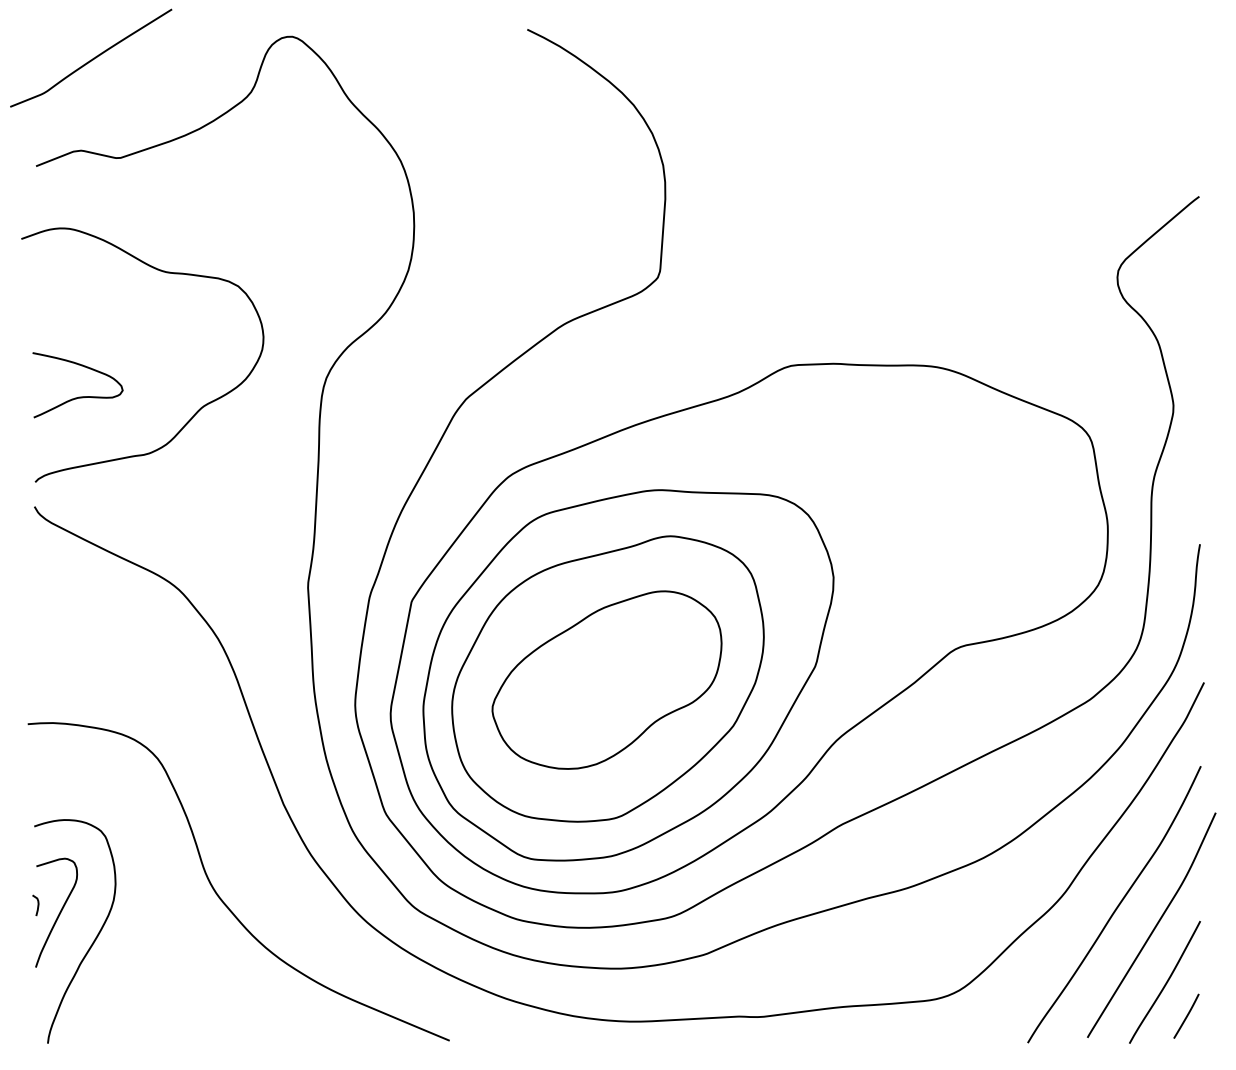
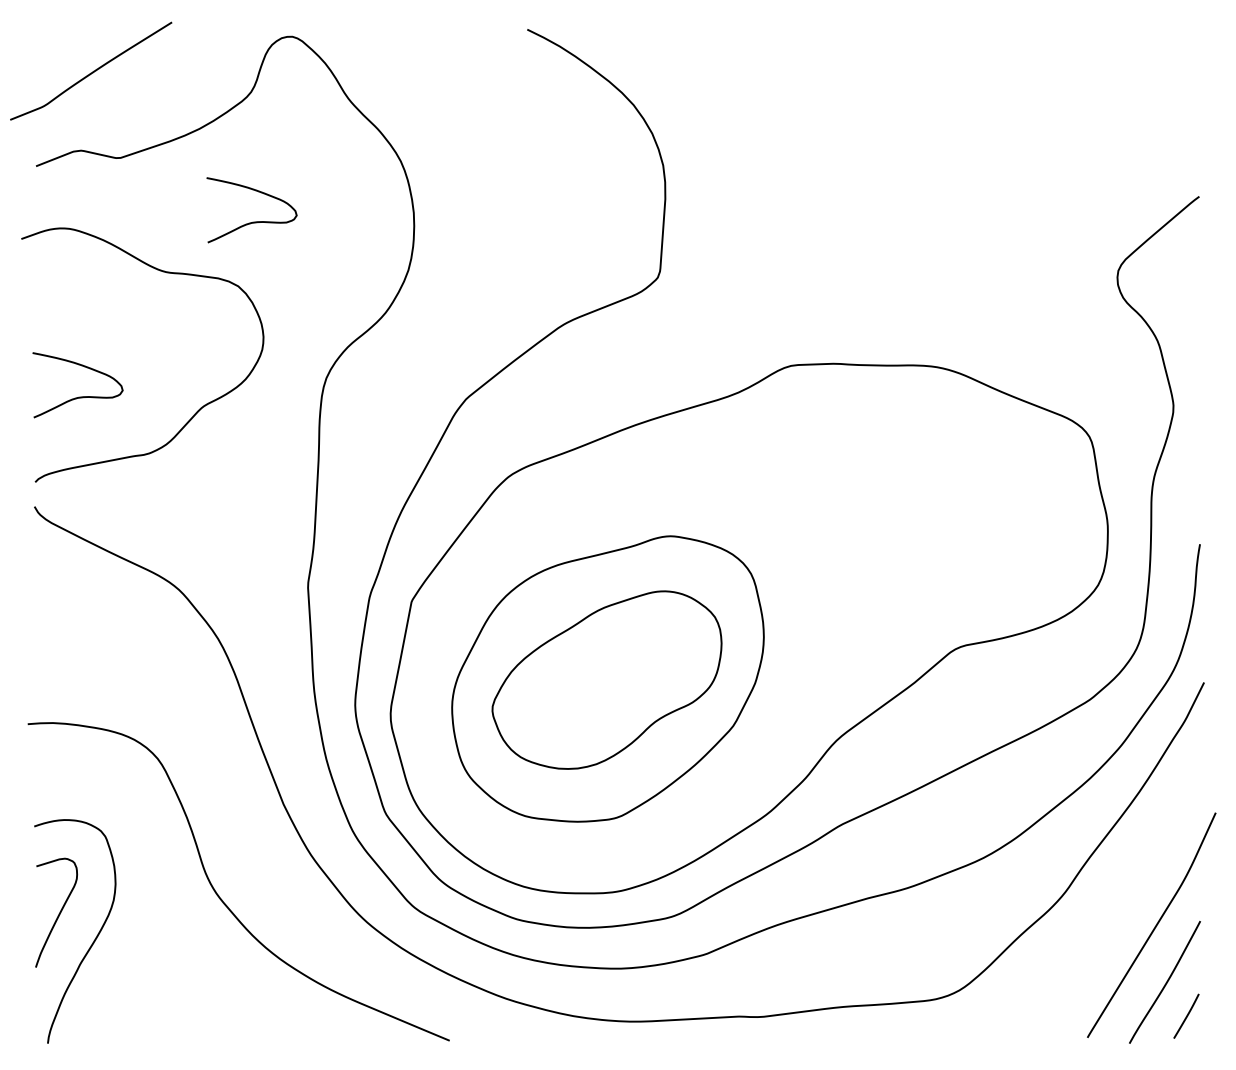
curve at (92, 58) position: (92, 58) -> (92, 71)
curve at (252, 221): none -> present
part at (628, 675): present -> none
curve at (37, 905): present -> none
curve at (1116, 906): present -> none
